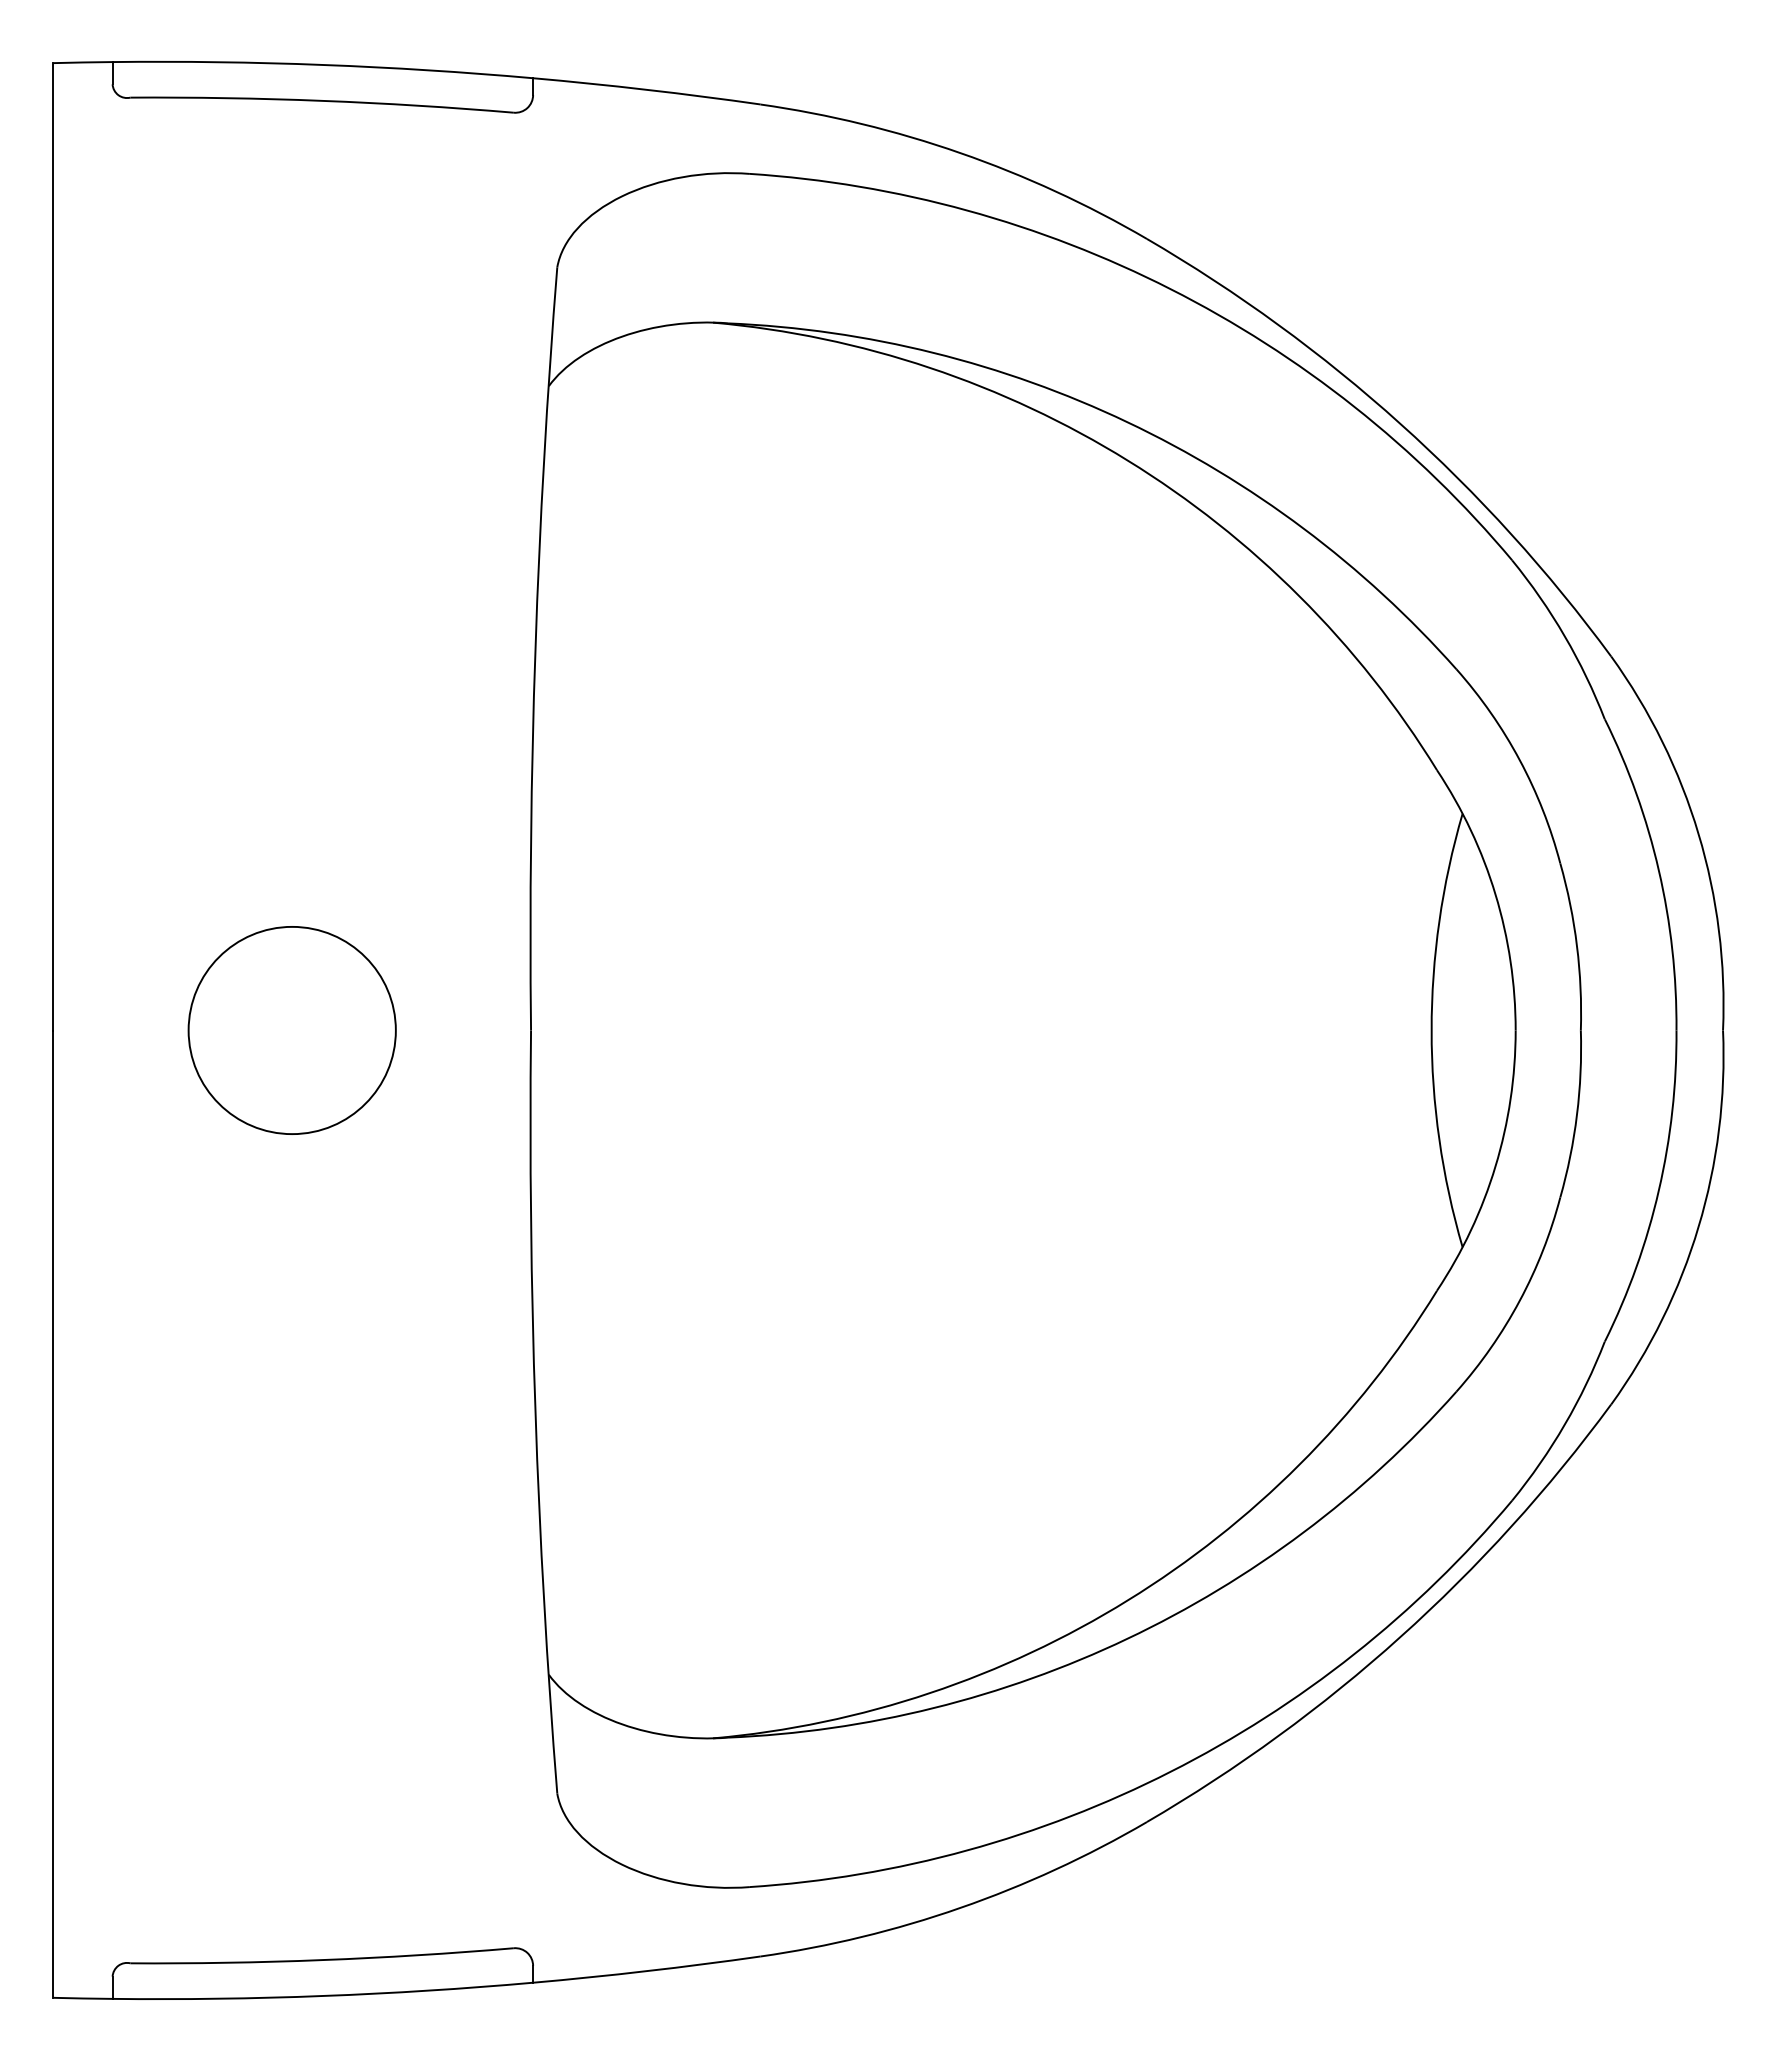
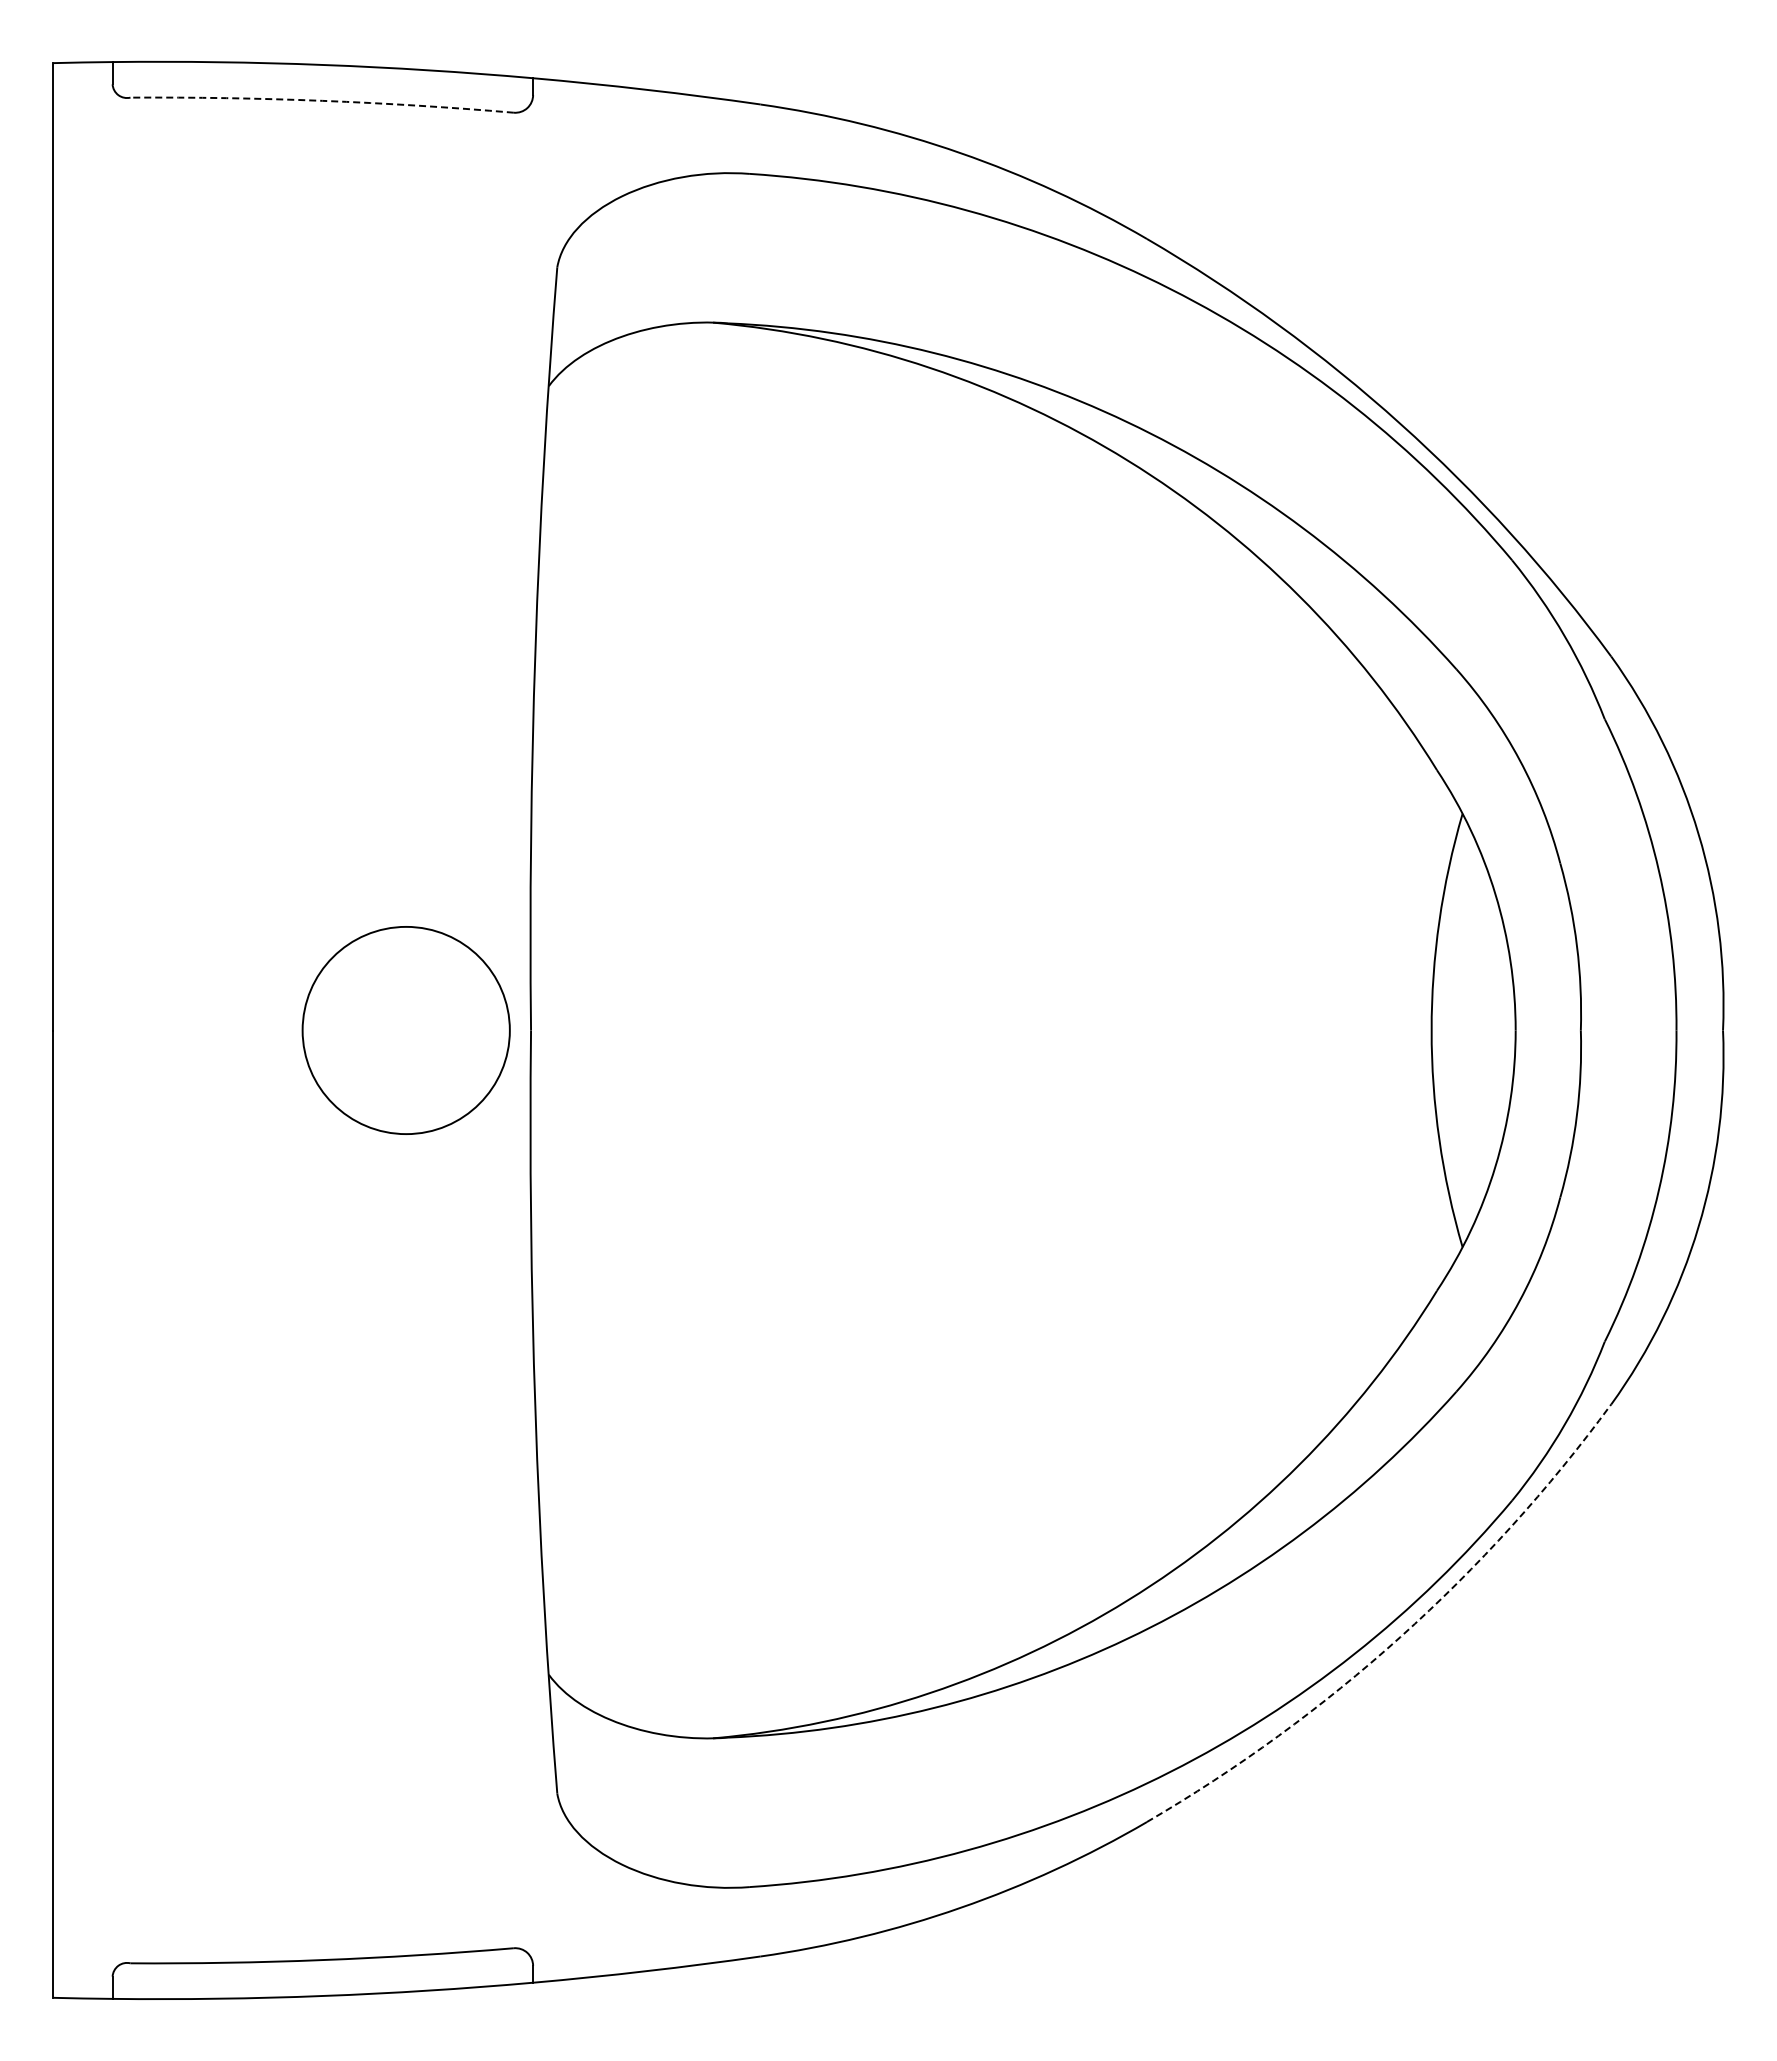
arc at (322, 100): solid -> dashed
circle at (291, 1030) position: (291, 1030) -> (405, 1030)
arc at (1400, 1637): solid -> dashed
